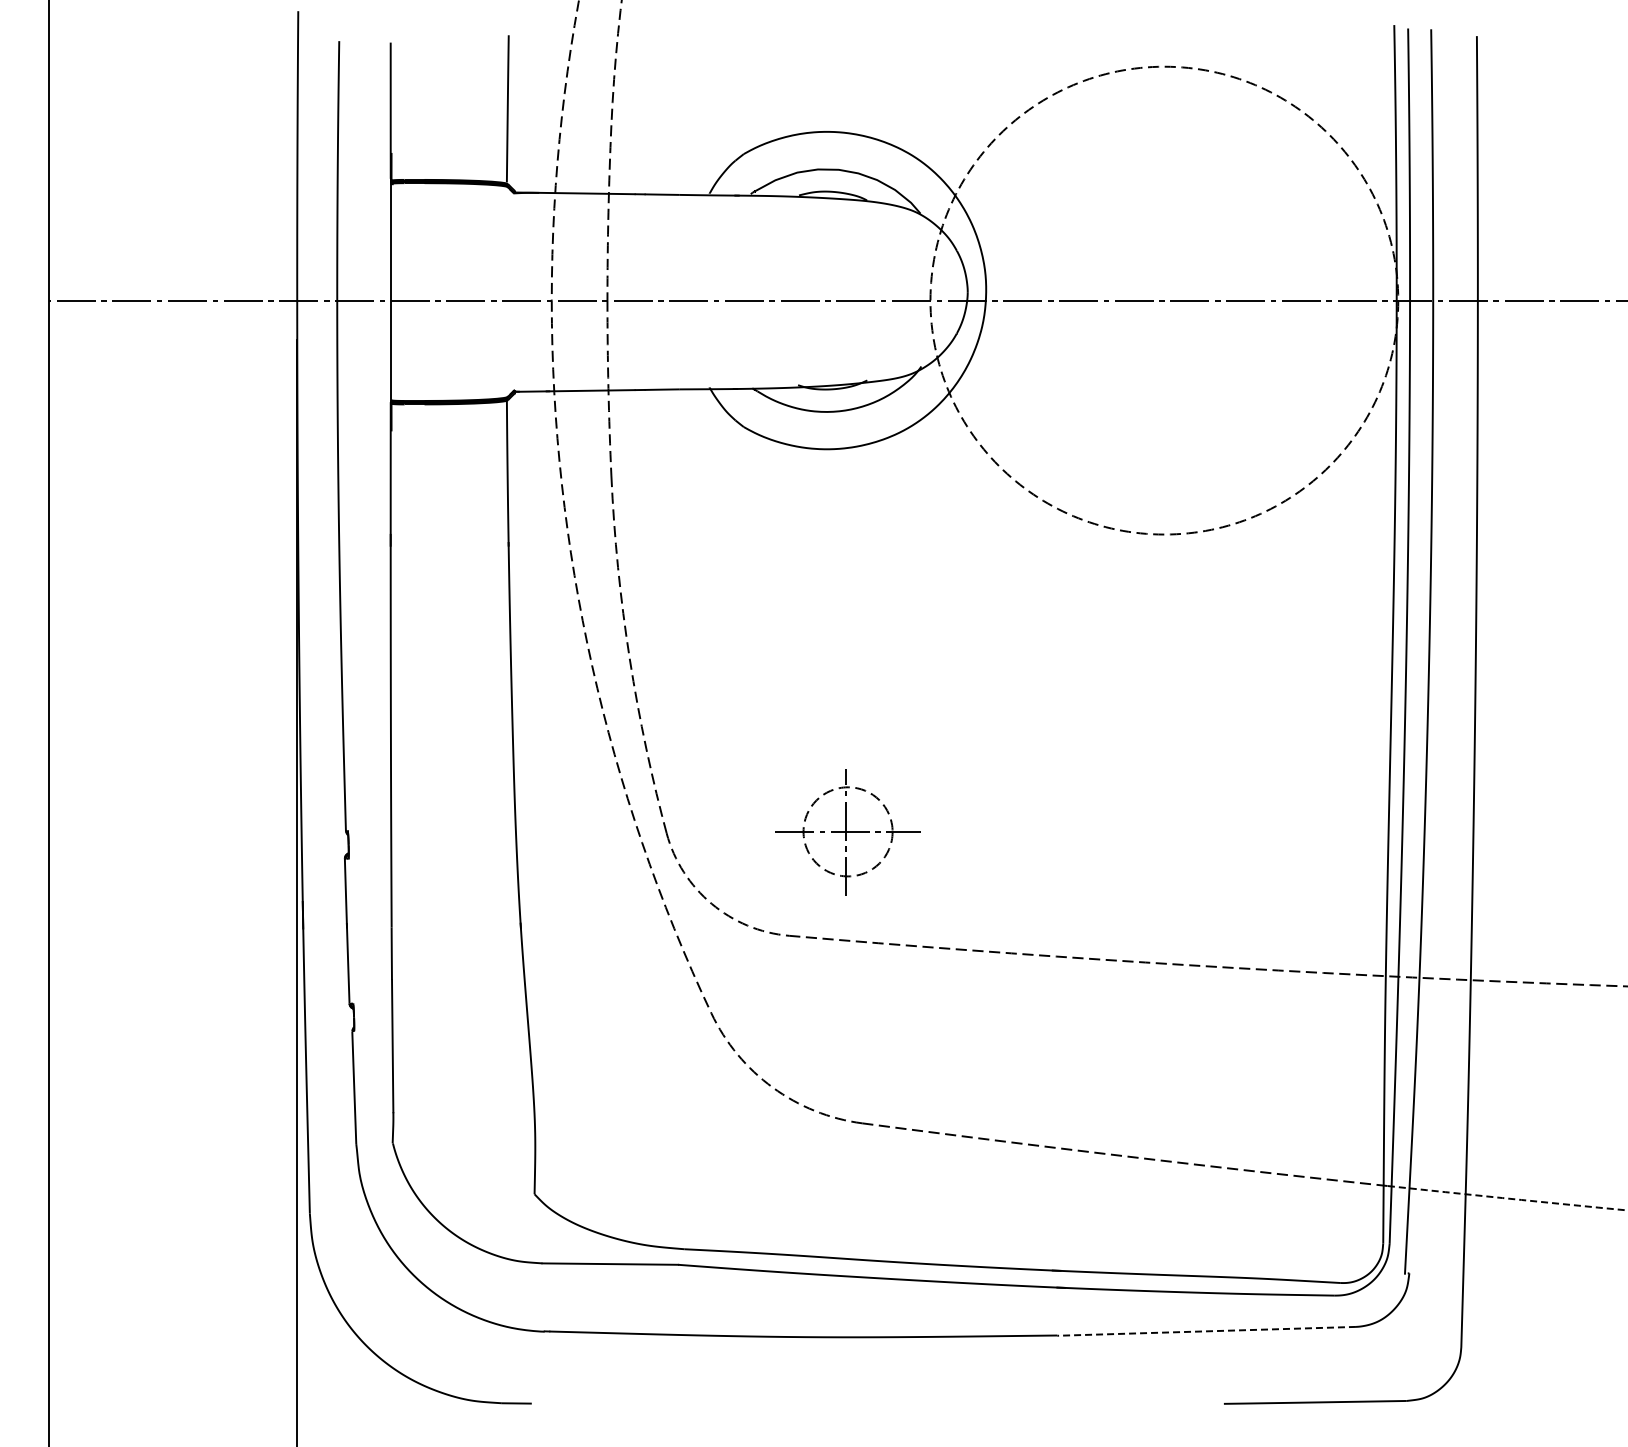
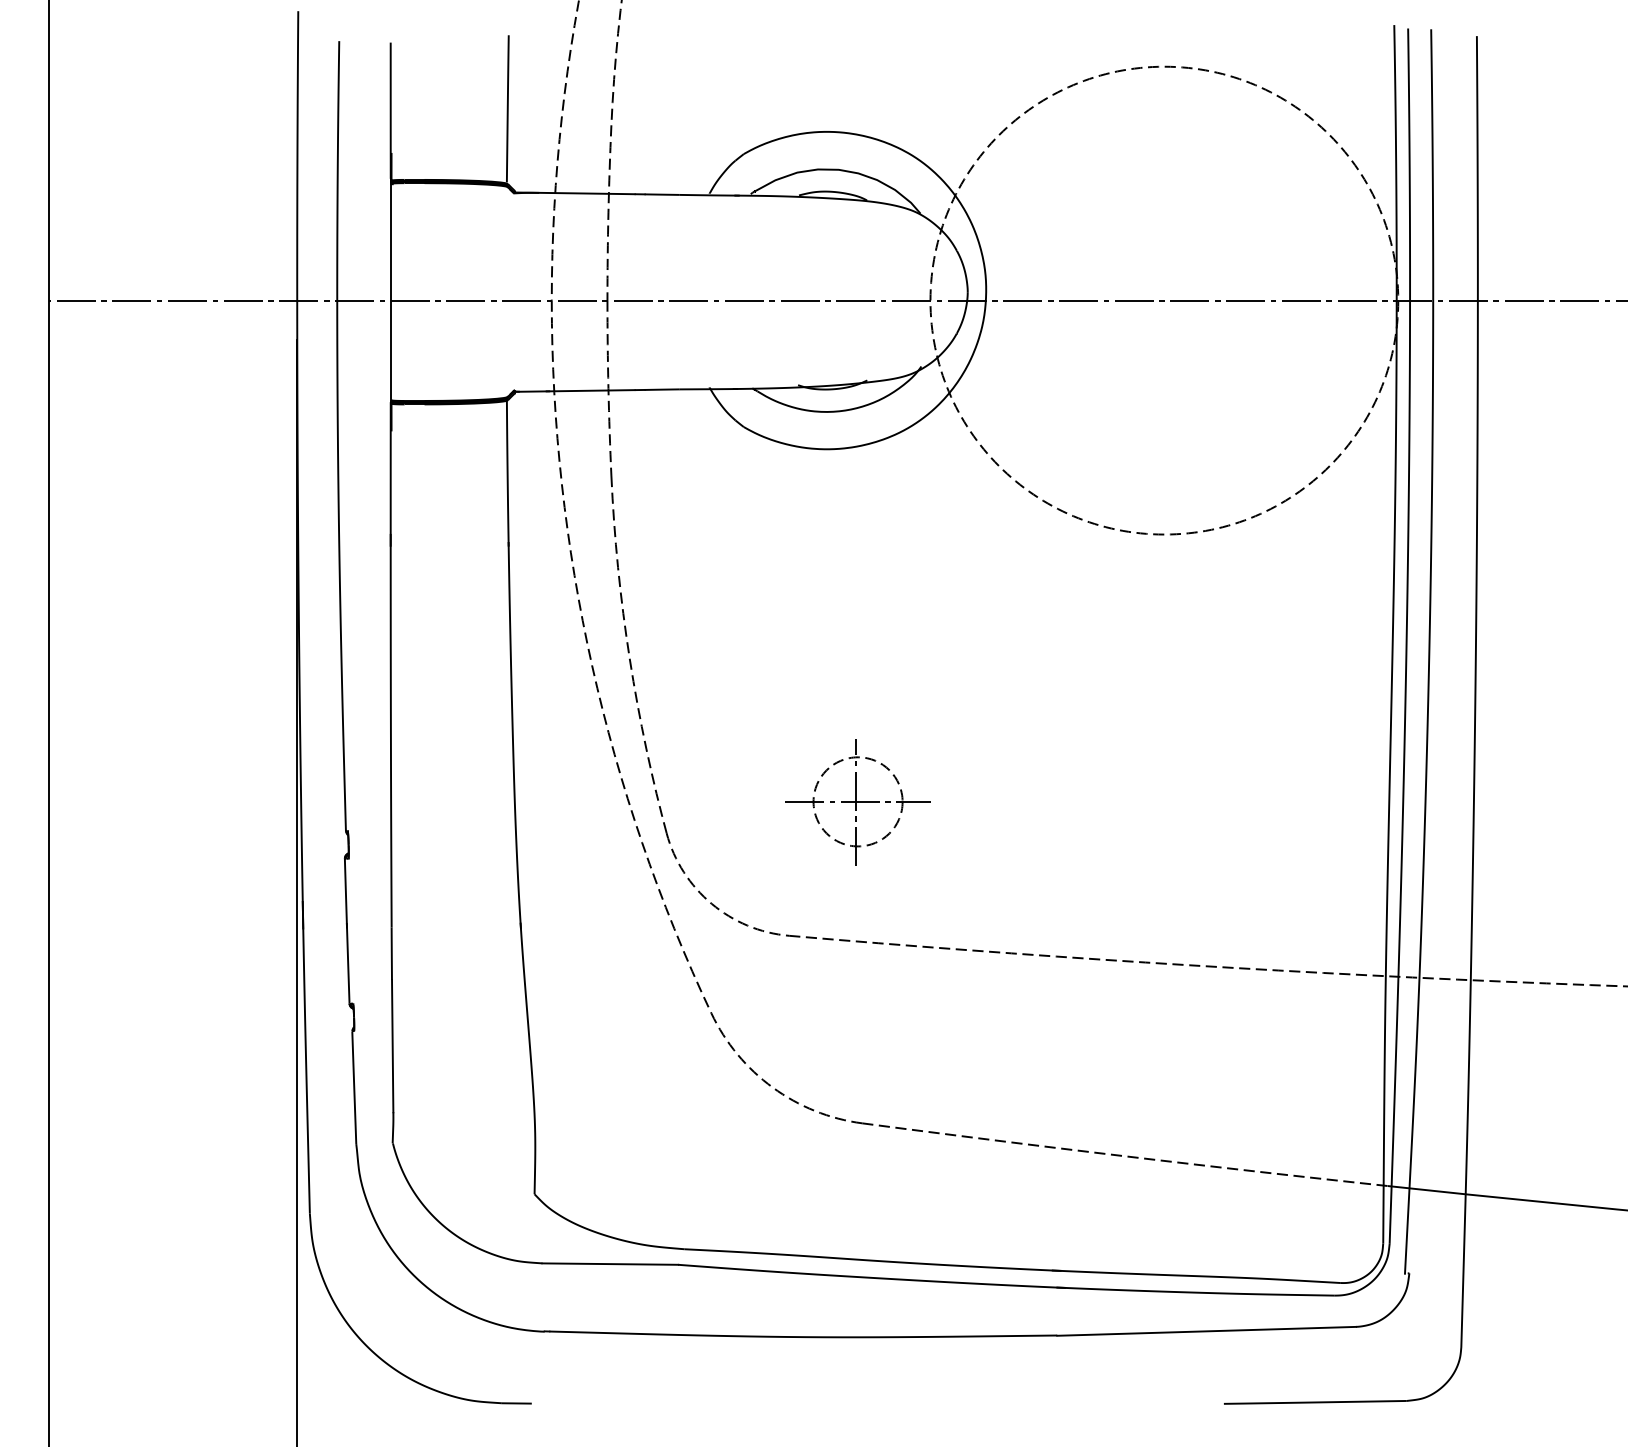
part at (847, 832) position: (847, 832) -> (857, 802)
arc at (1507, 1198): dashed -> solid
line at (1206, 1331): dashed -> solid
